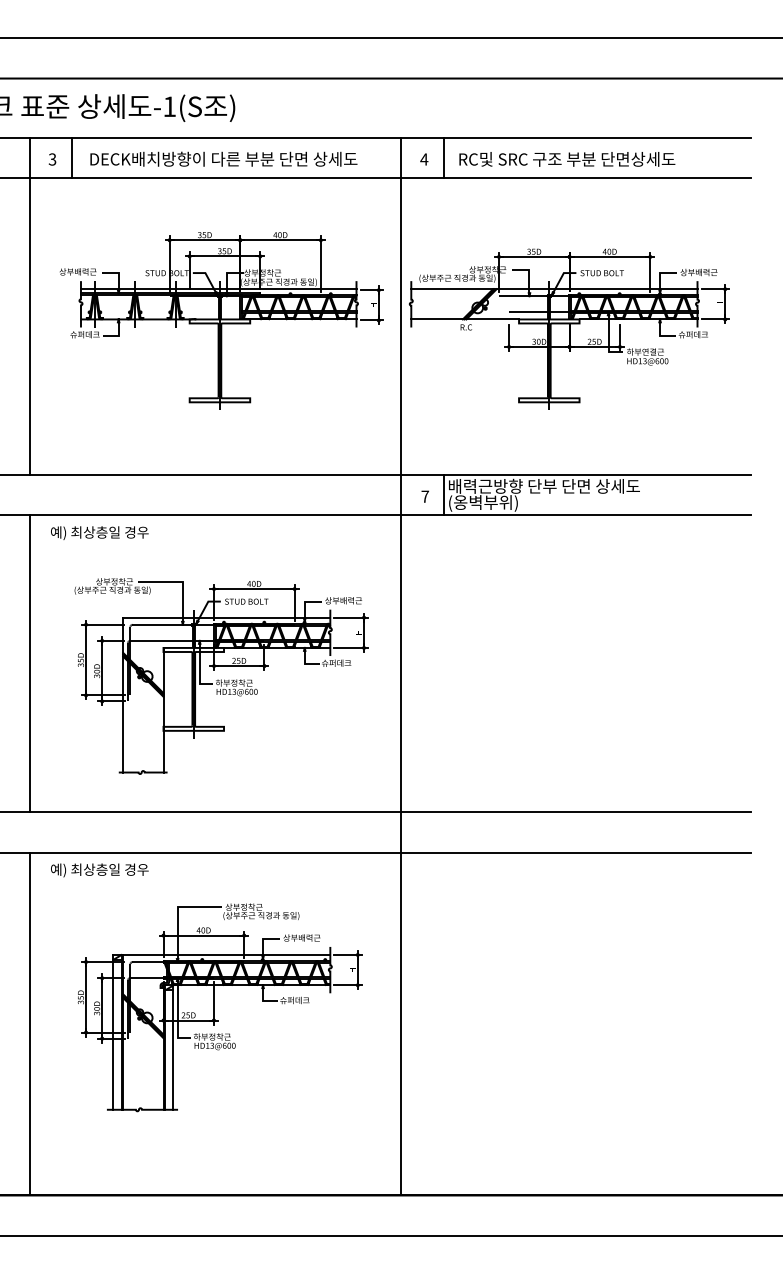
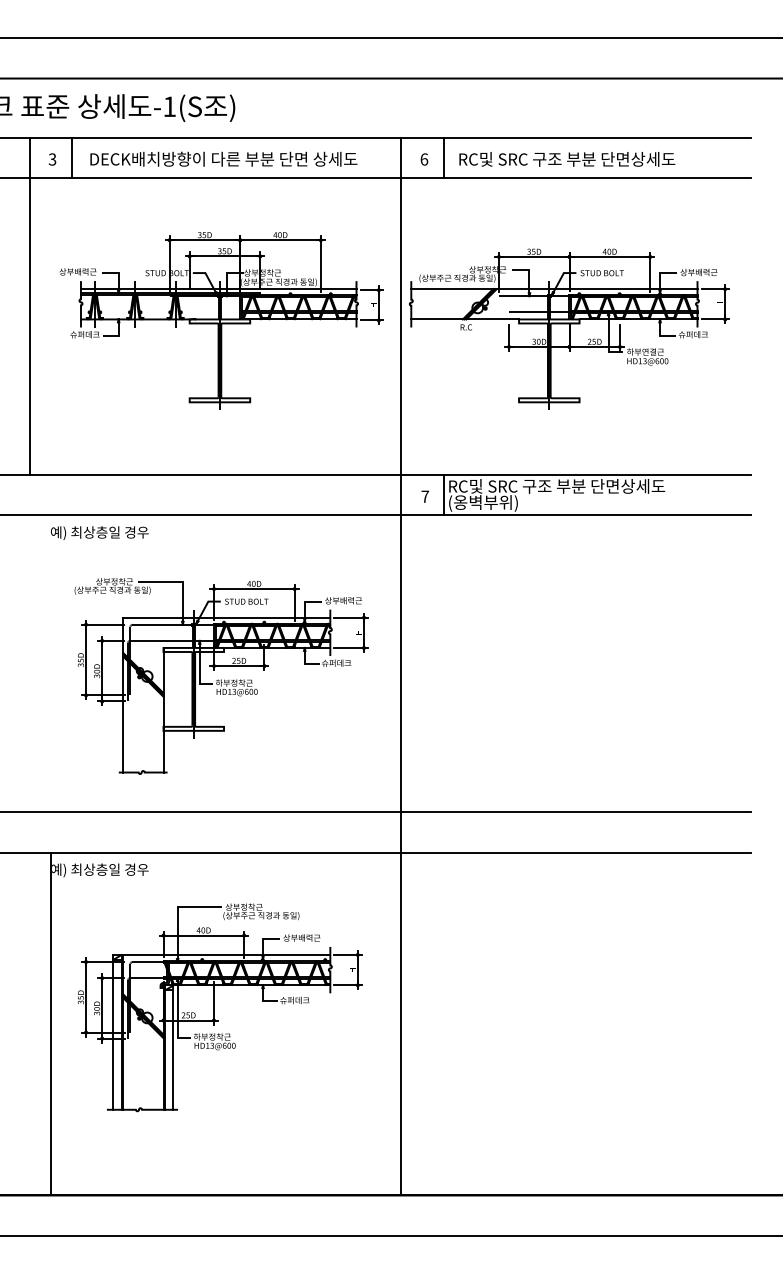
text at (424, 159): 4 -> 6
text at (557, 485): 배력근방향 단부 단면 상세도 -> RC및 SRC 구조 부분 단면상세도
line at (29, 663): present -> none
line at (29, 1023) position: (29, 1023) -> (50, 1023)
